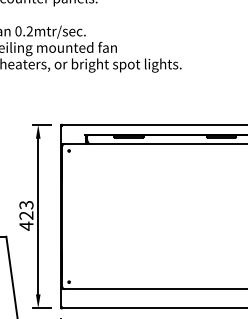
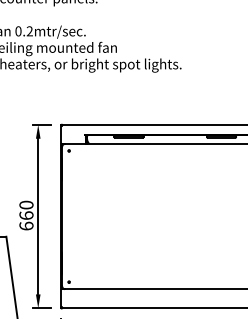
text at (26, 215): 423 -> 660
